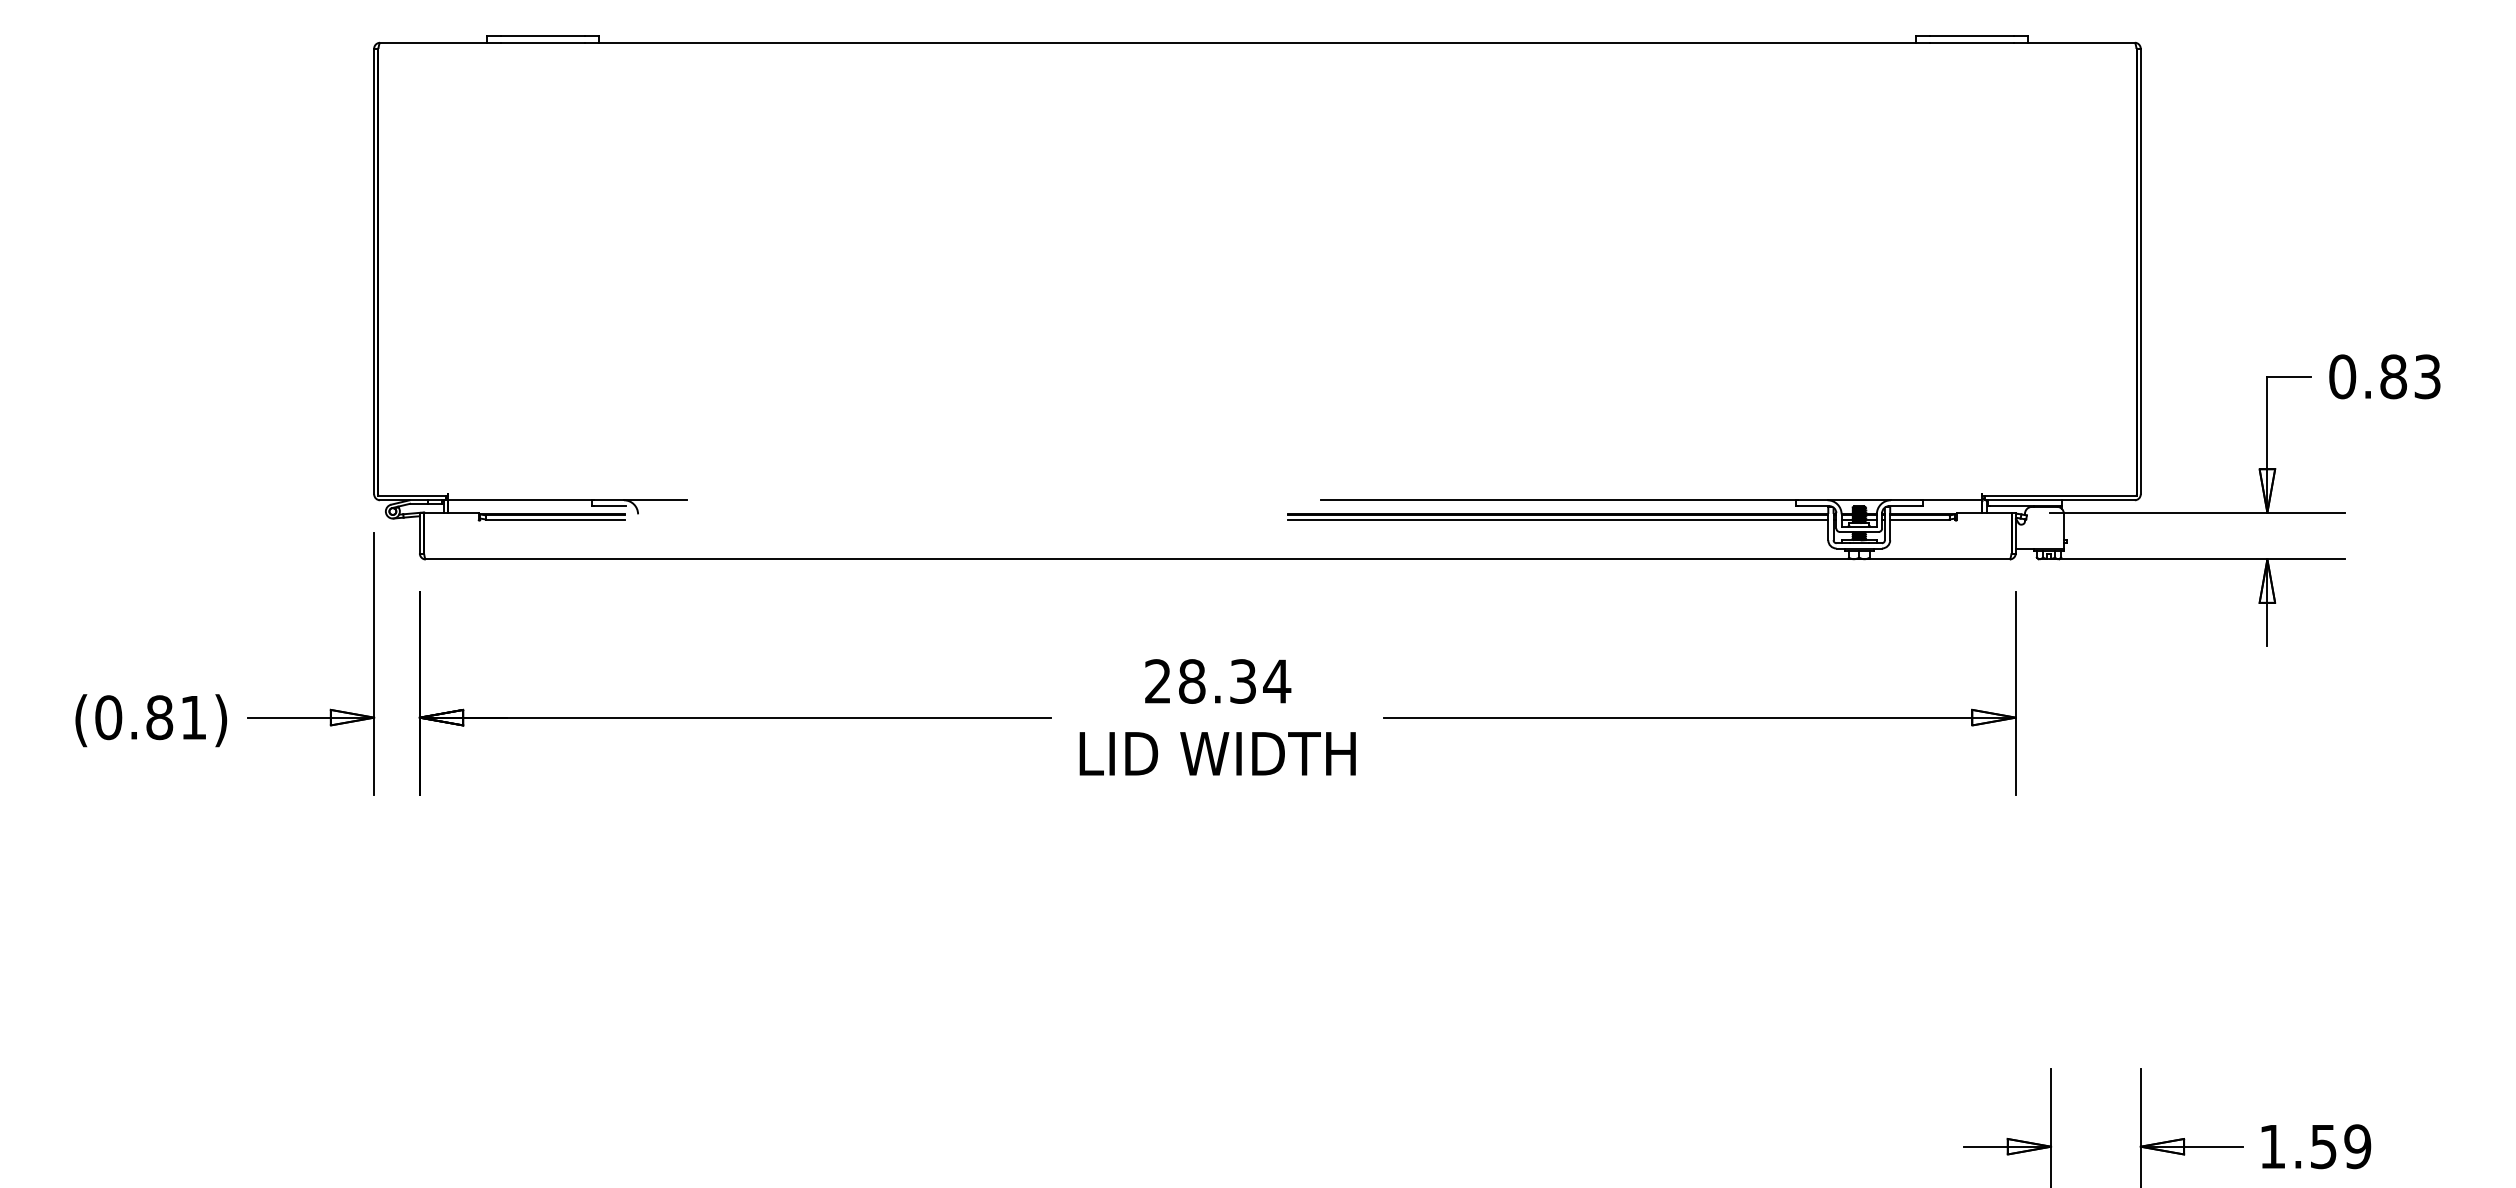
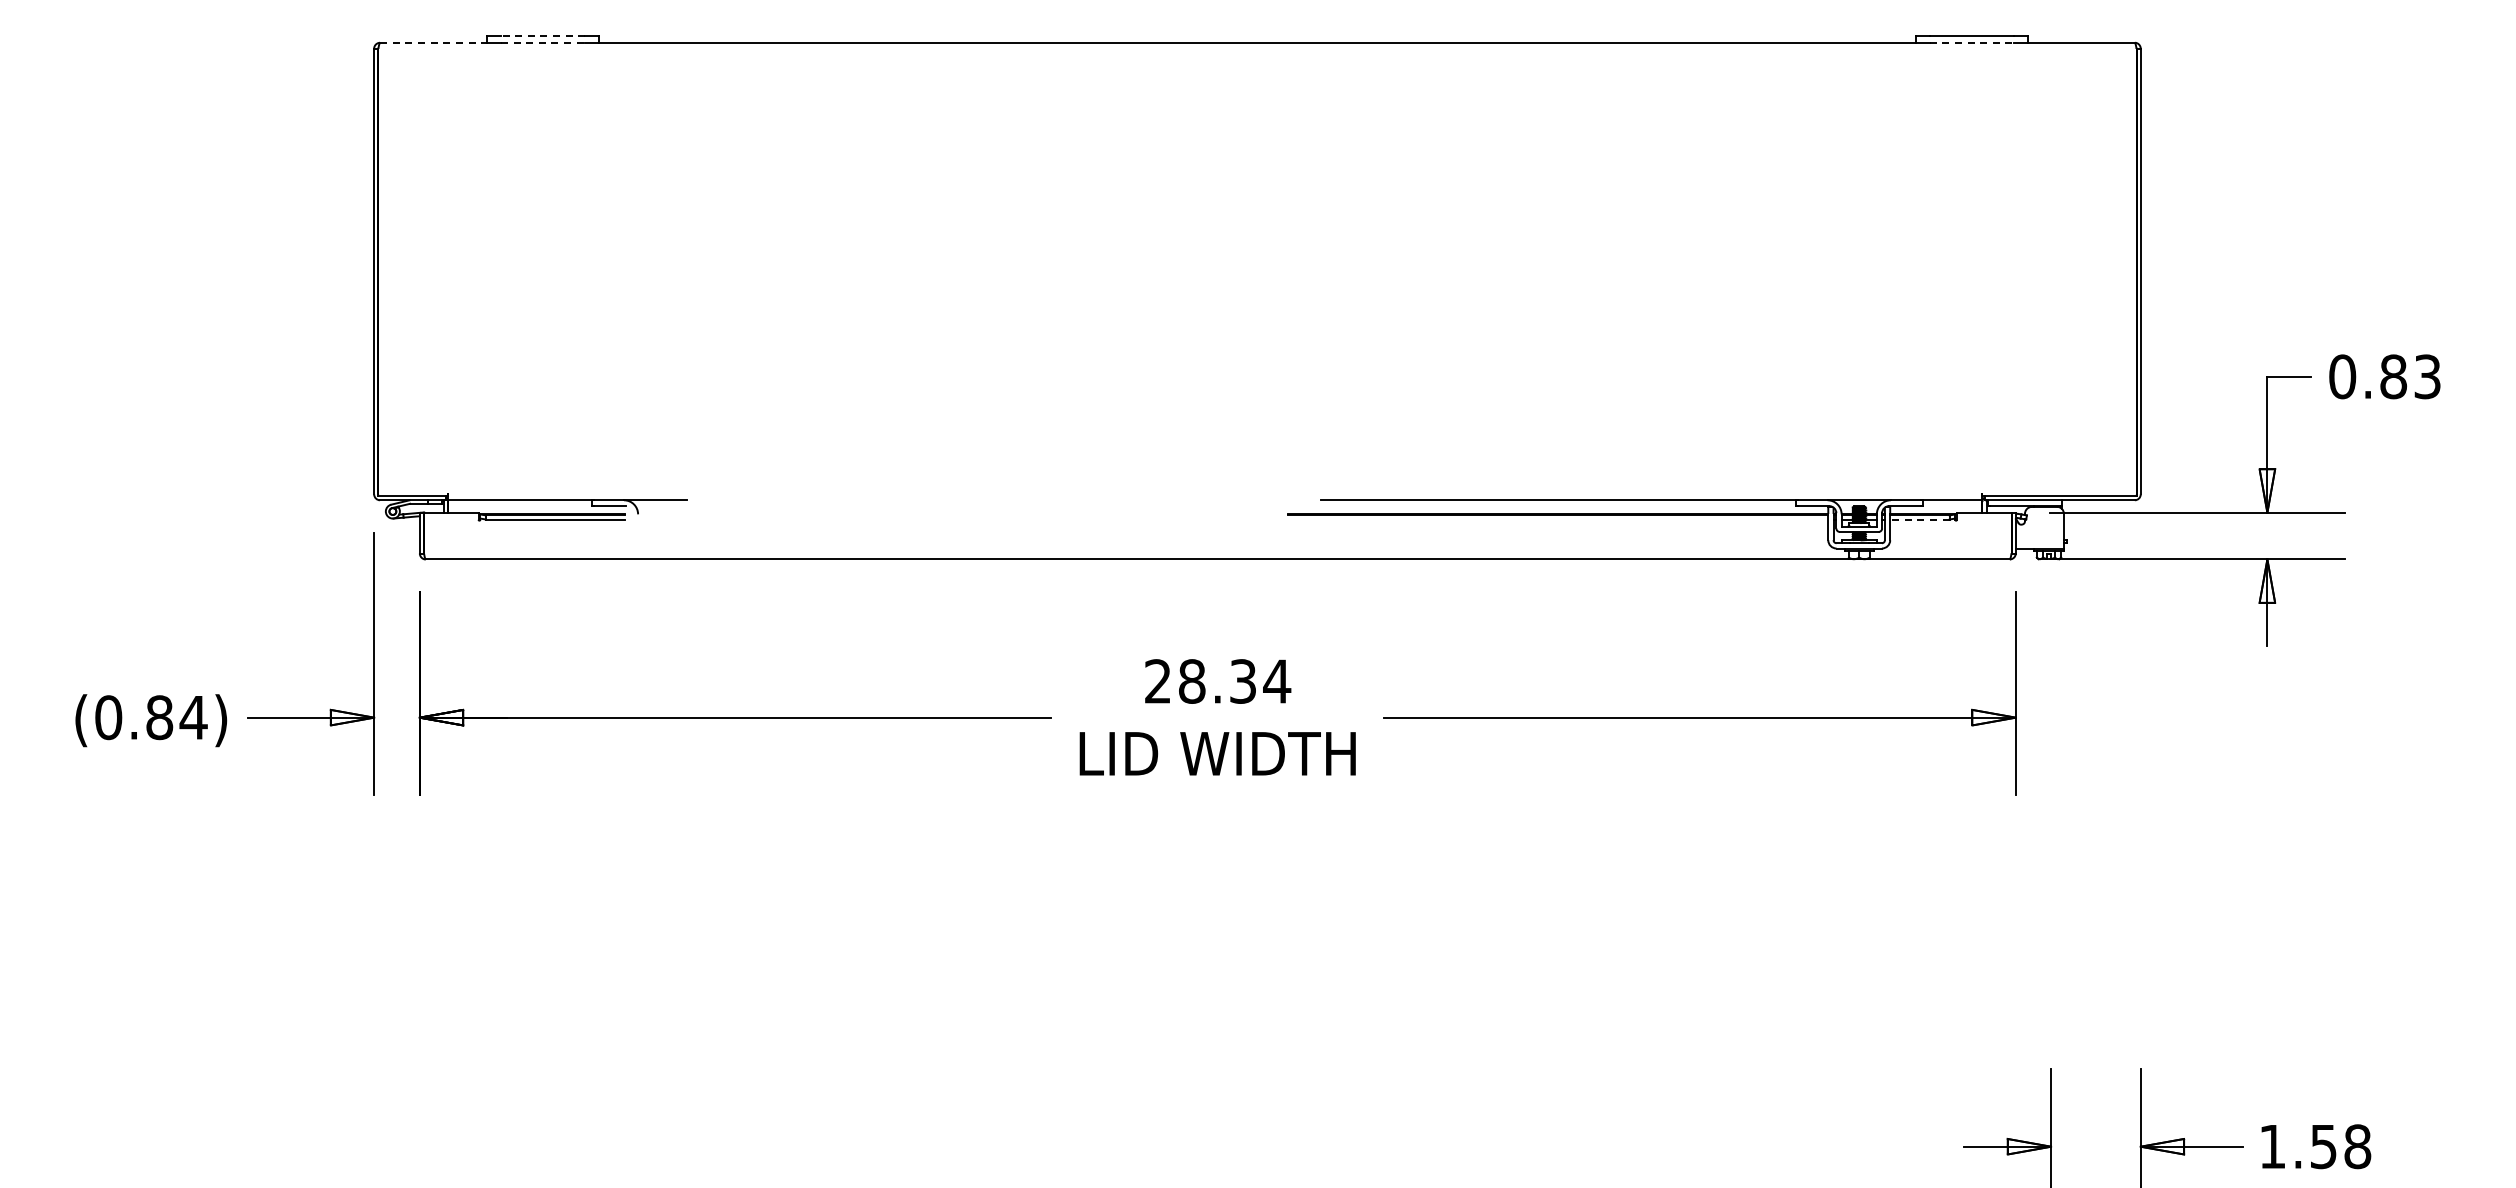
line at (542, 35): solid -> dashed
line at (433, 42): solid -> dashed
line at (543, 42): solid -> dashed
line at (1972, 42): solid -> dashed
line at (1558, 519): present -> none
line at (1919, 519): solid -> dashed
text at (193, 717): (0.81) -> (0.84)
text at (2357, 1146): 1.59 -> 1.58
